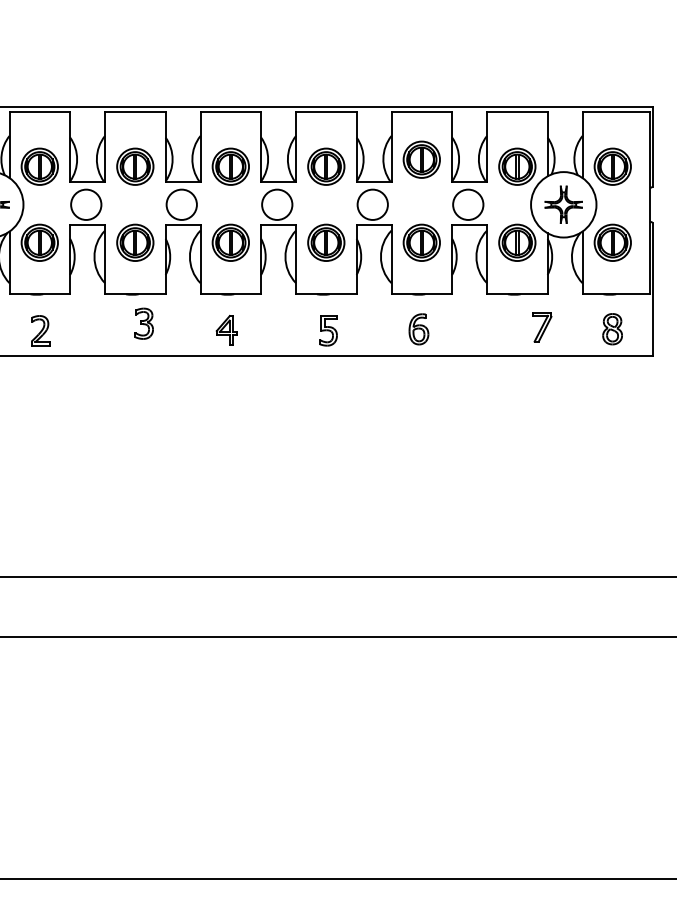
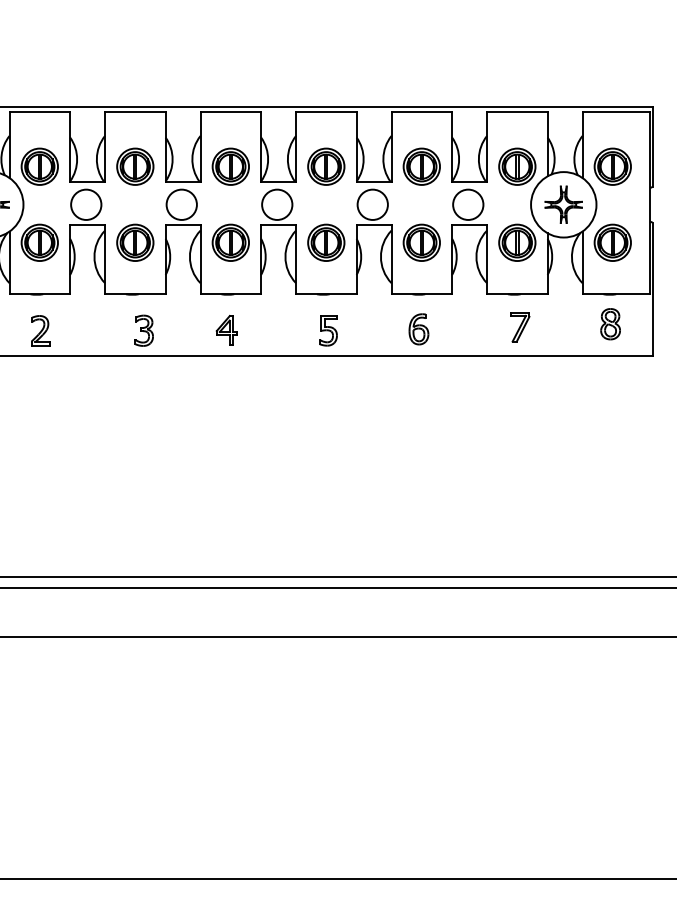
part at (421, 159) position: (421, 159) -> (421, 166)
part at (143, 323) position: (143, 323) -> (143, 330)
part at (542, 327) position: (542, 327) -> (520, 327)
part at (612, 329) position: (612, 329) -> (610, 324)
line at (337, 588): none -> present
